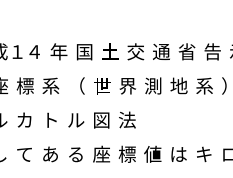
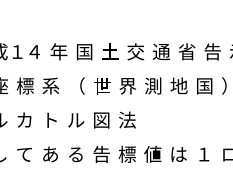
text at (204, 85): 系 -> 国
text at (101, 154): 座 -> 告
text at (204, 154): キ -> １
